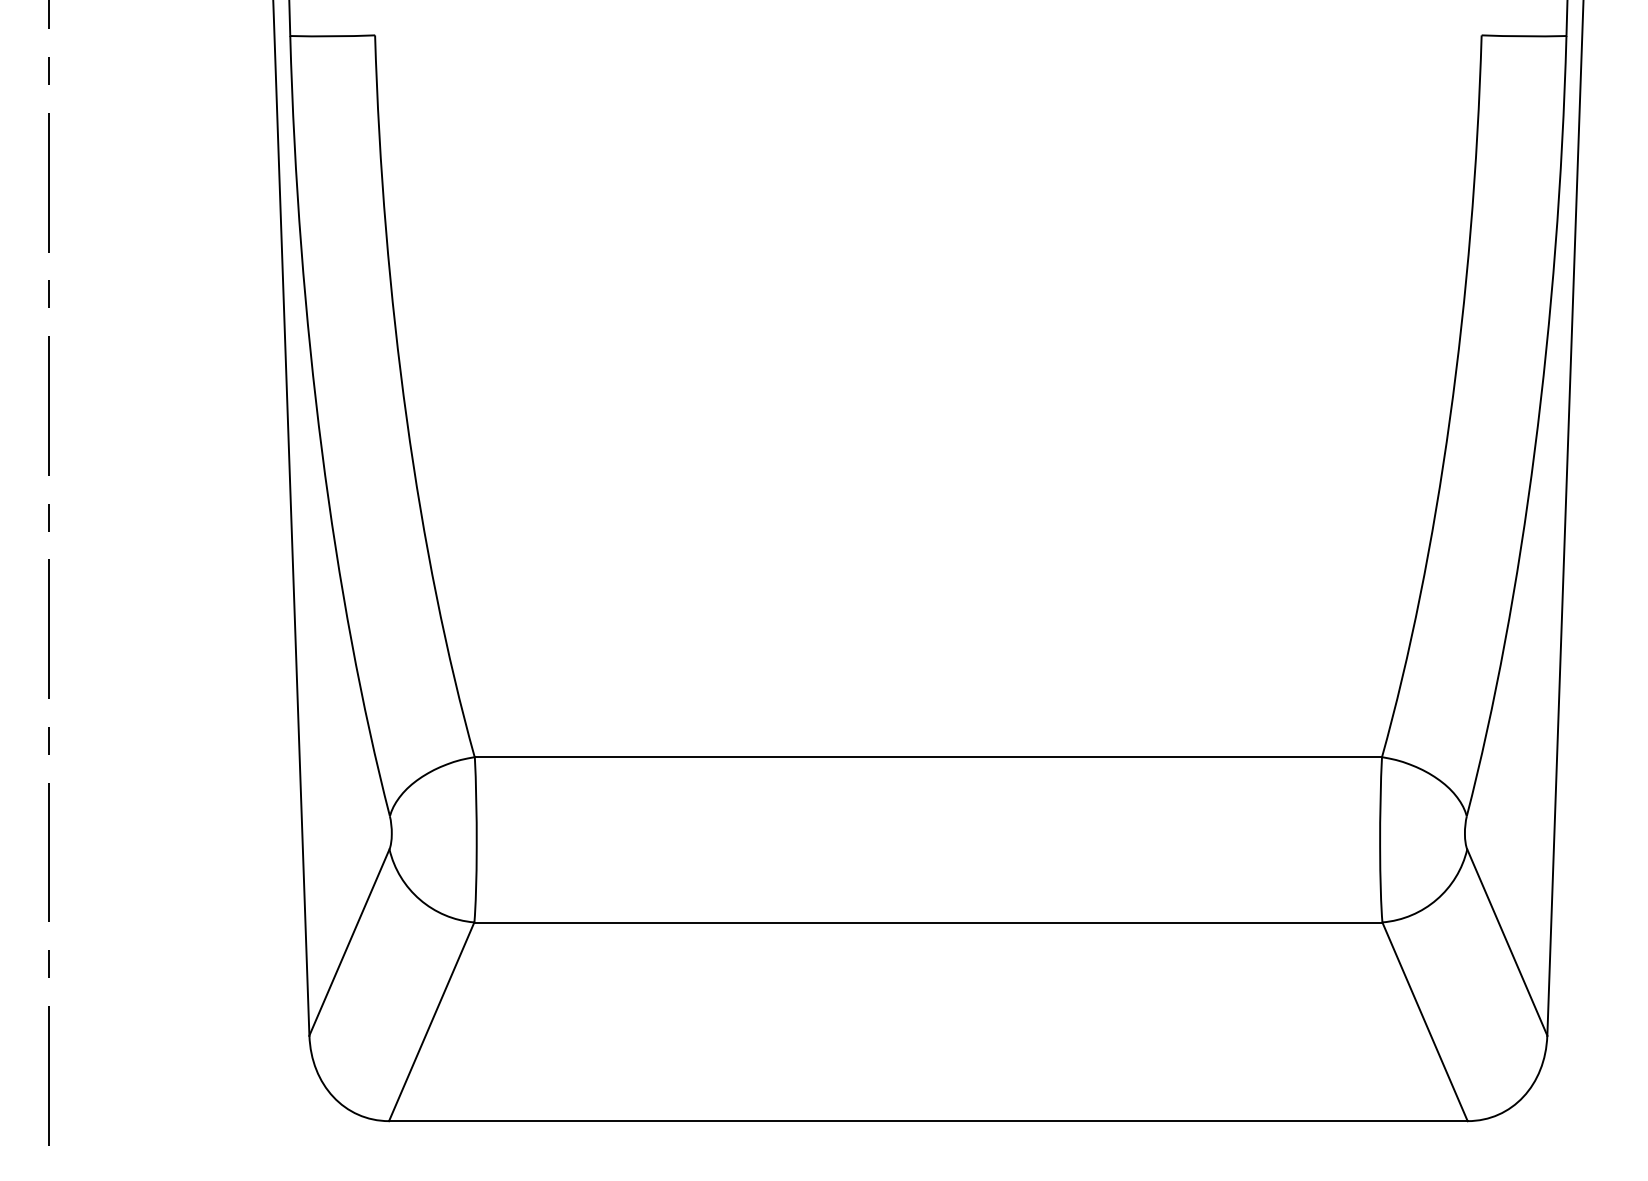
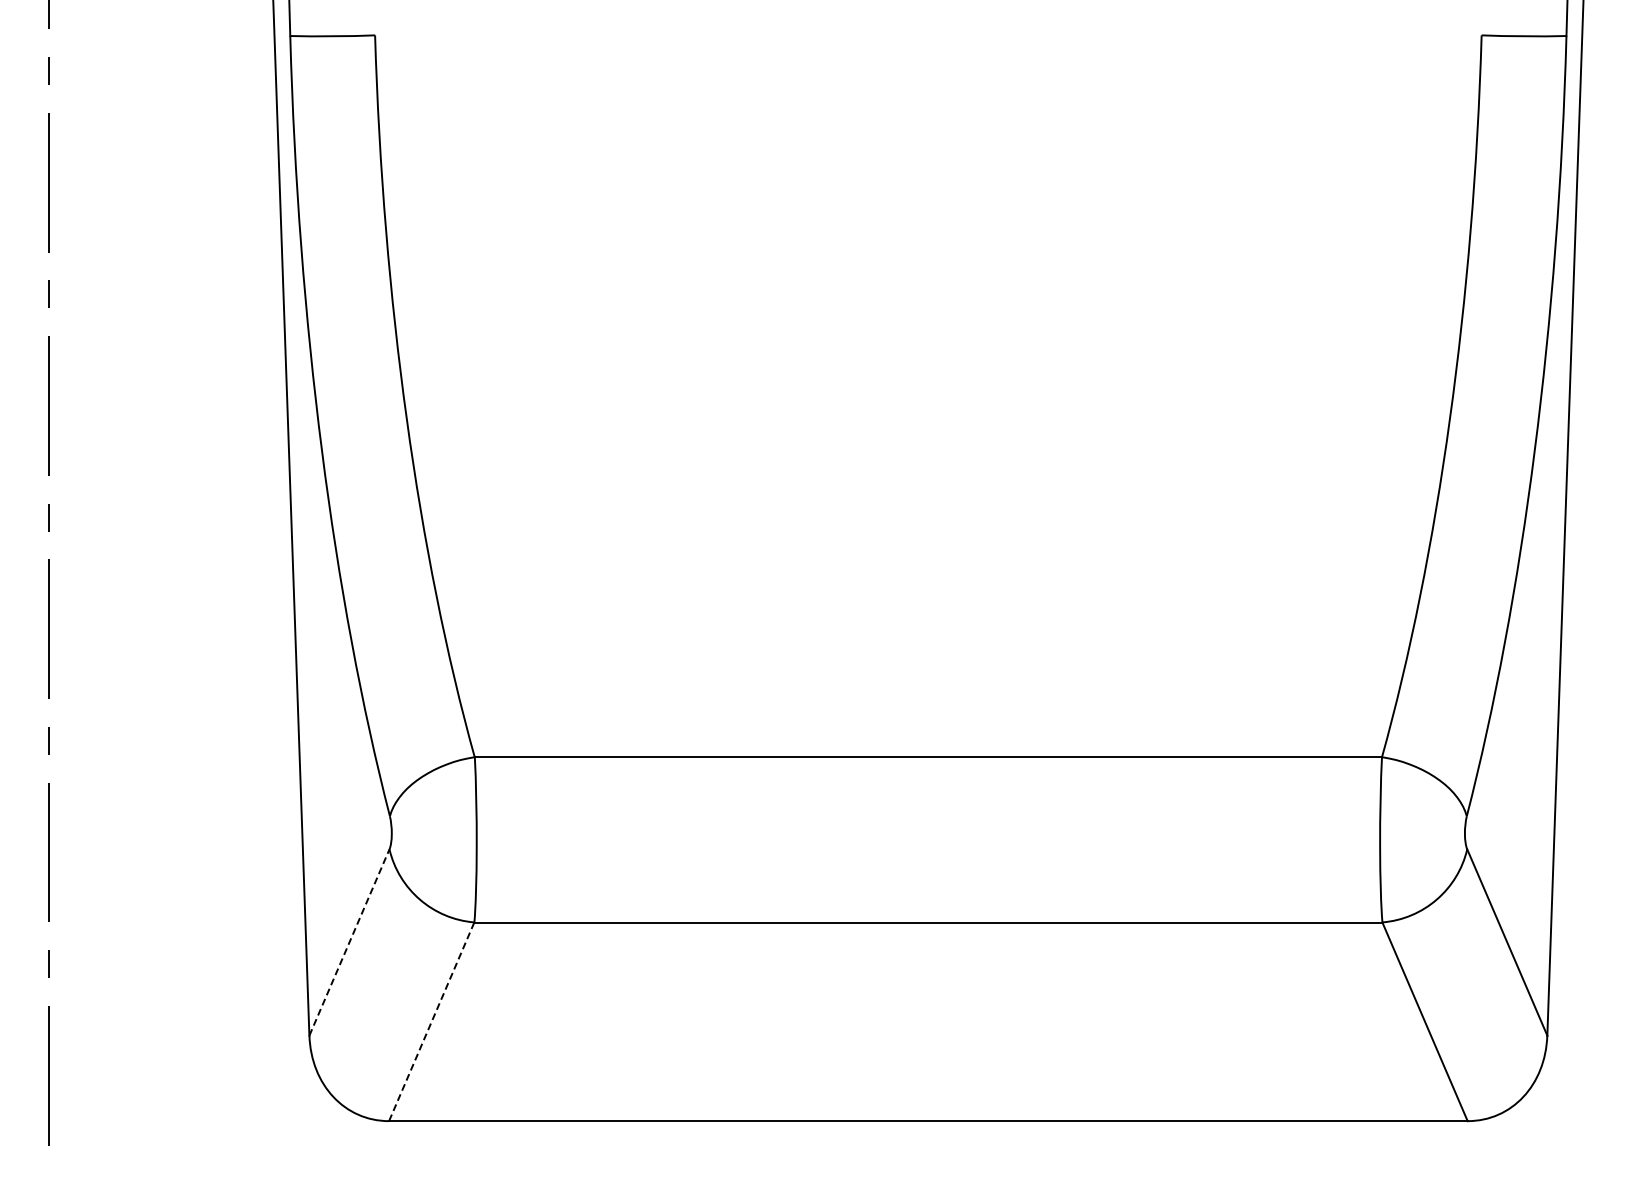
line at (349, 942): solid -> dashed
line at (431, 1022): solid -> dashed
